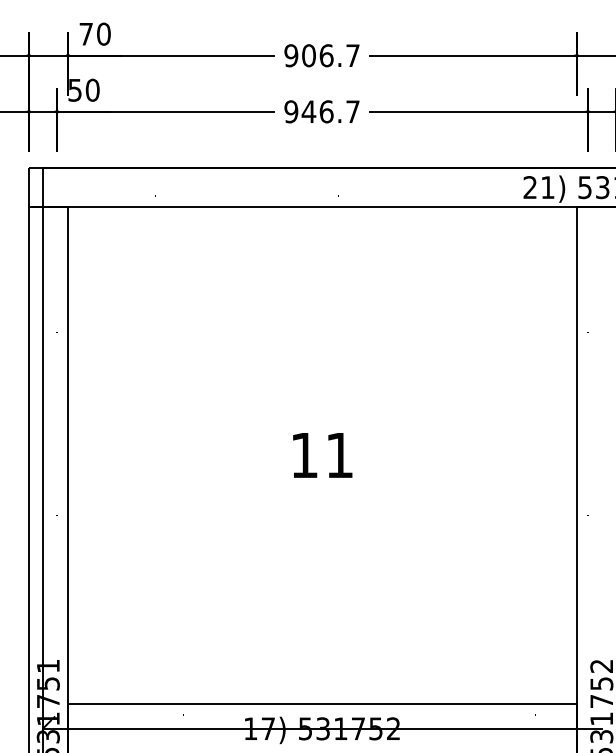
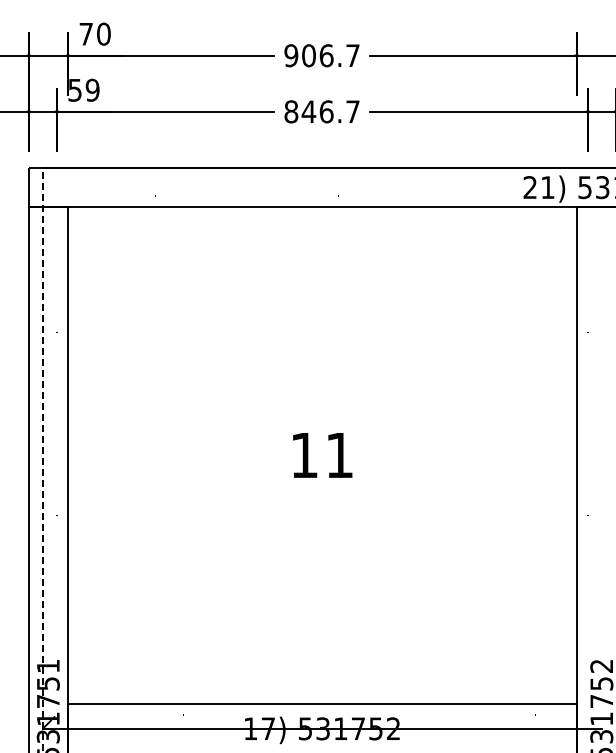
text at (92, 90): 50 -> 59
text at (291, 111): 946.7 -> 846.7
line at (42, 459): solid -> dashed
